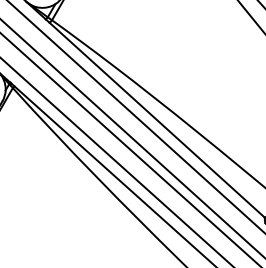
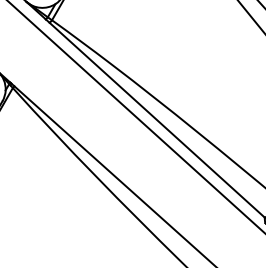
line at (132, 138): present -> none
line at (130, 149): present -> none
line at (116, 161): present -> none
